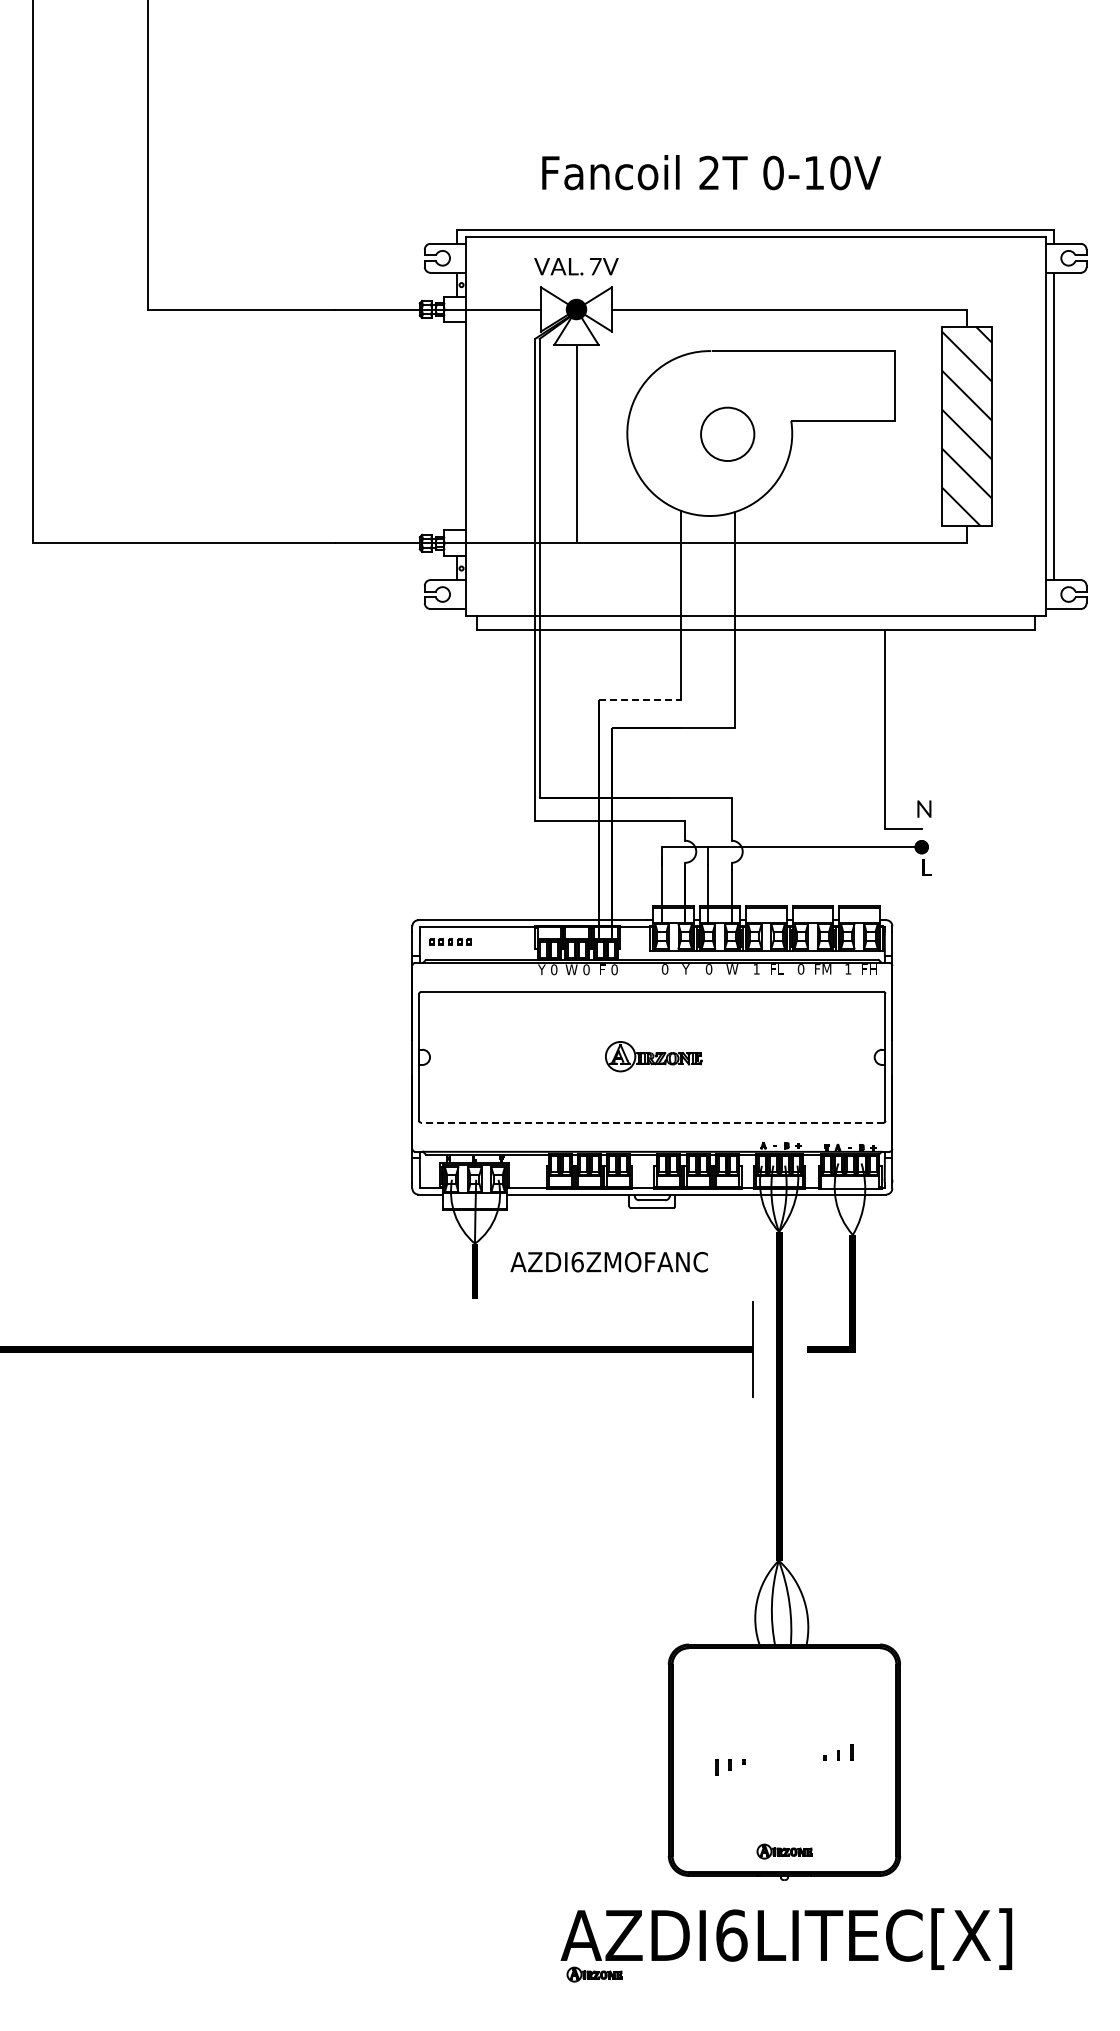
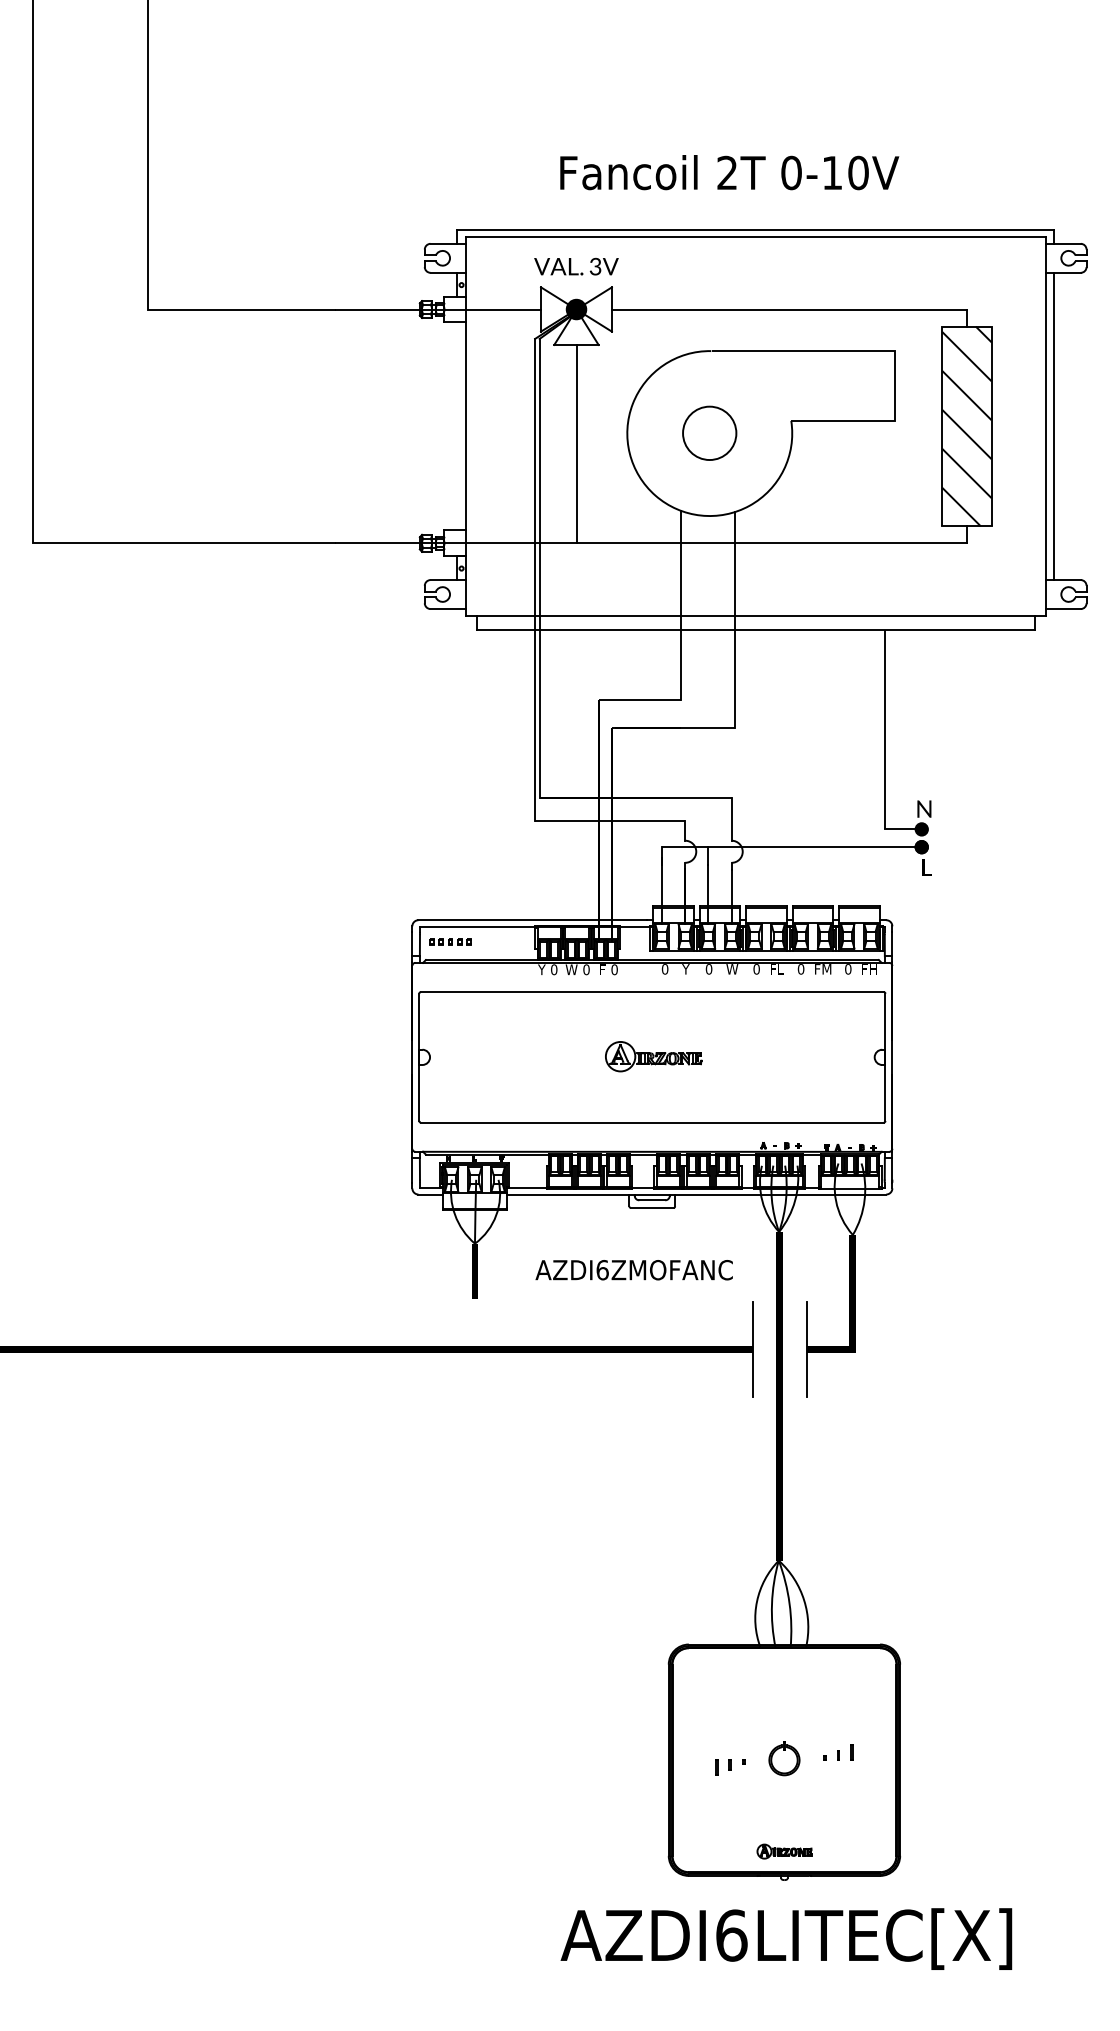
text at (711, 172) position: (711, 172) -> (729, 172)
text at (595, 266): 7V -> 3V
circle at (727, 433) position: (727, 433) -> (709, 432)
line at (640, 699): dashed -> solid
fill at (921, 829): none -> present
text at (756, 969): 1 -> 0
text at (848, 969): 1 -> 0
line at (651, 1122): dashed -> solid
text at (608, 1262) position: (608, 1262) -> (633, 1270)
line at (806, 1349): none -> present
part at (784, 1758): none -> present
part at (594, 1974): present -> none
